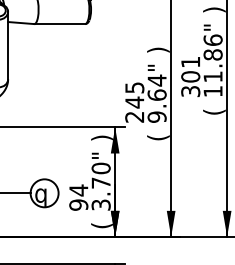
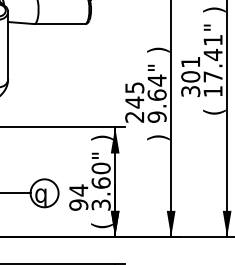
text at (212, 58): 11.86" -> 17.41"
text at (158, 137): ( -> )
text at (100, 182): 3.70" -> 3.60"
